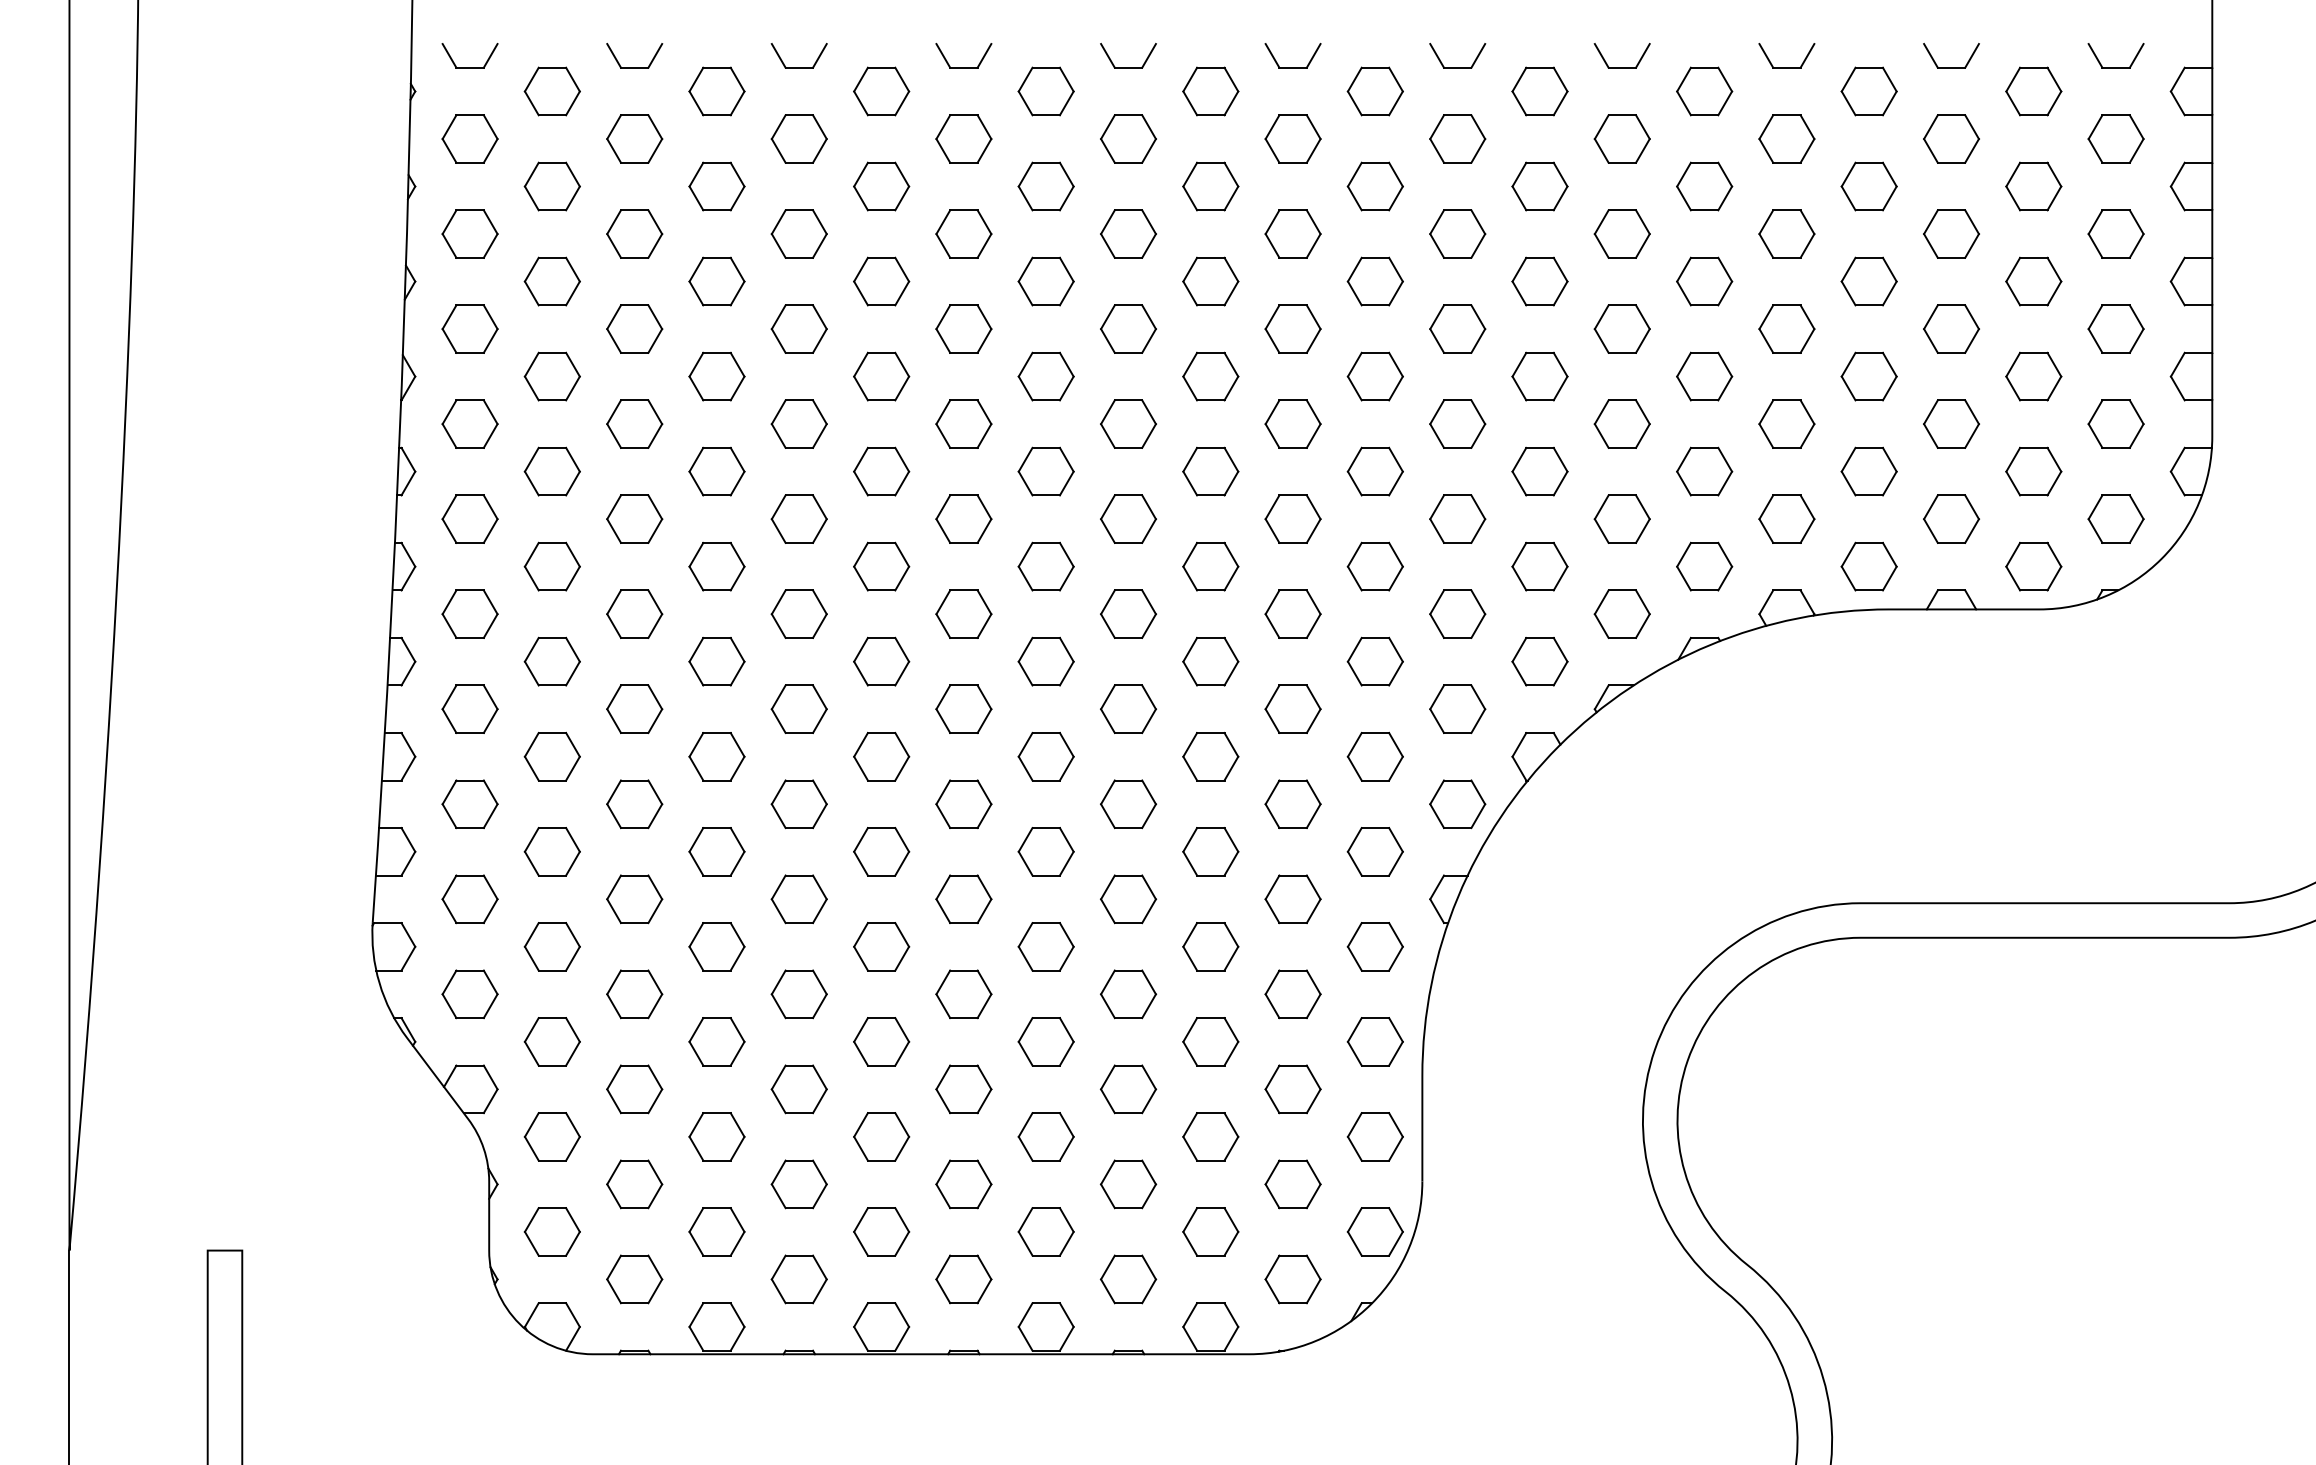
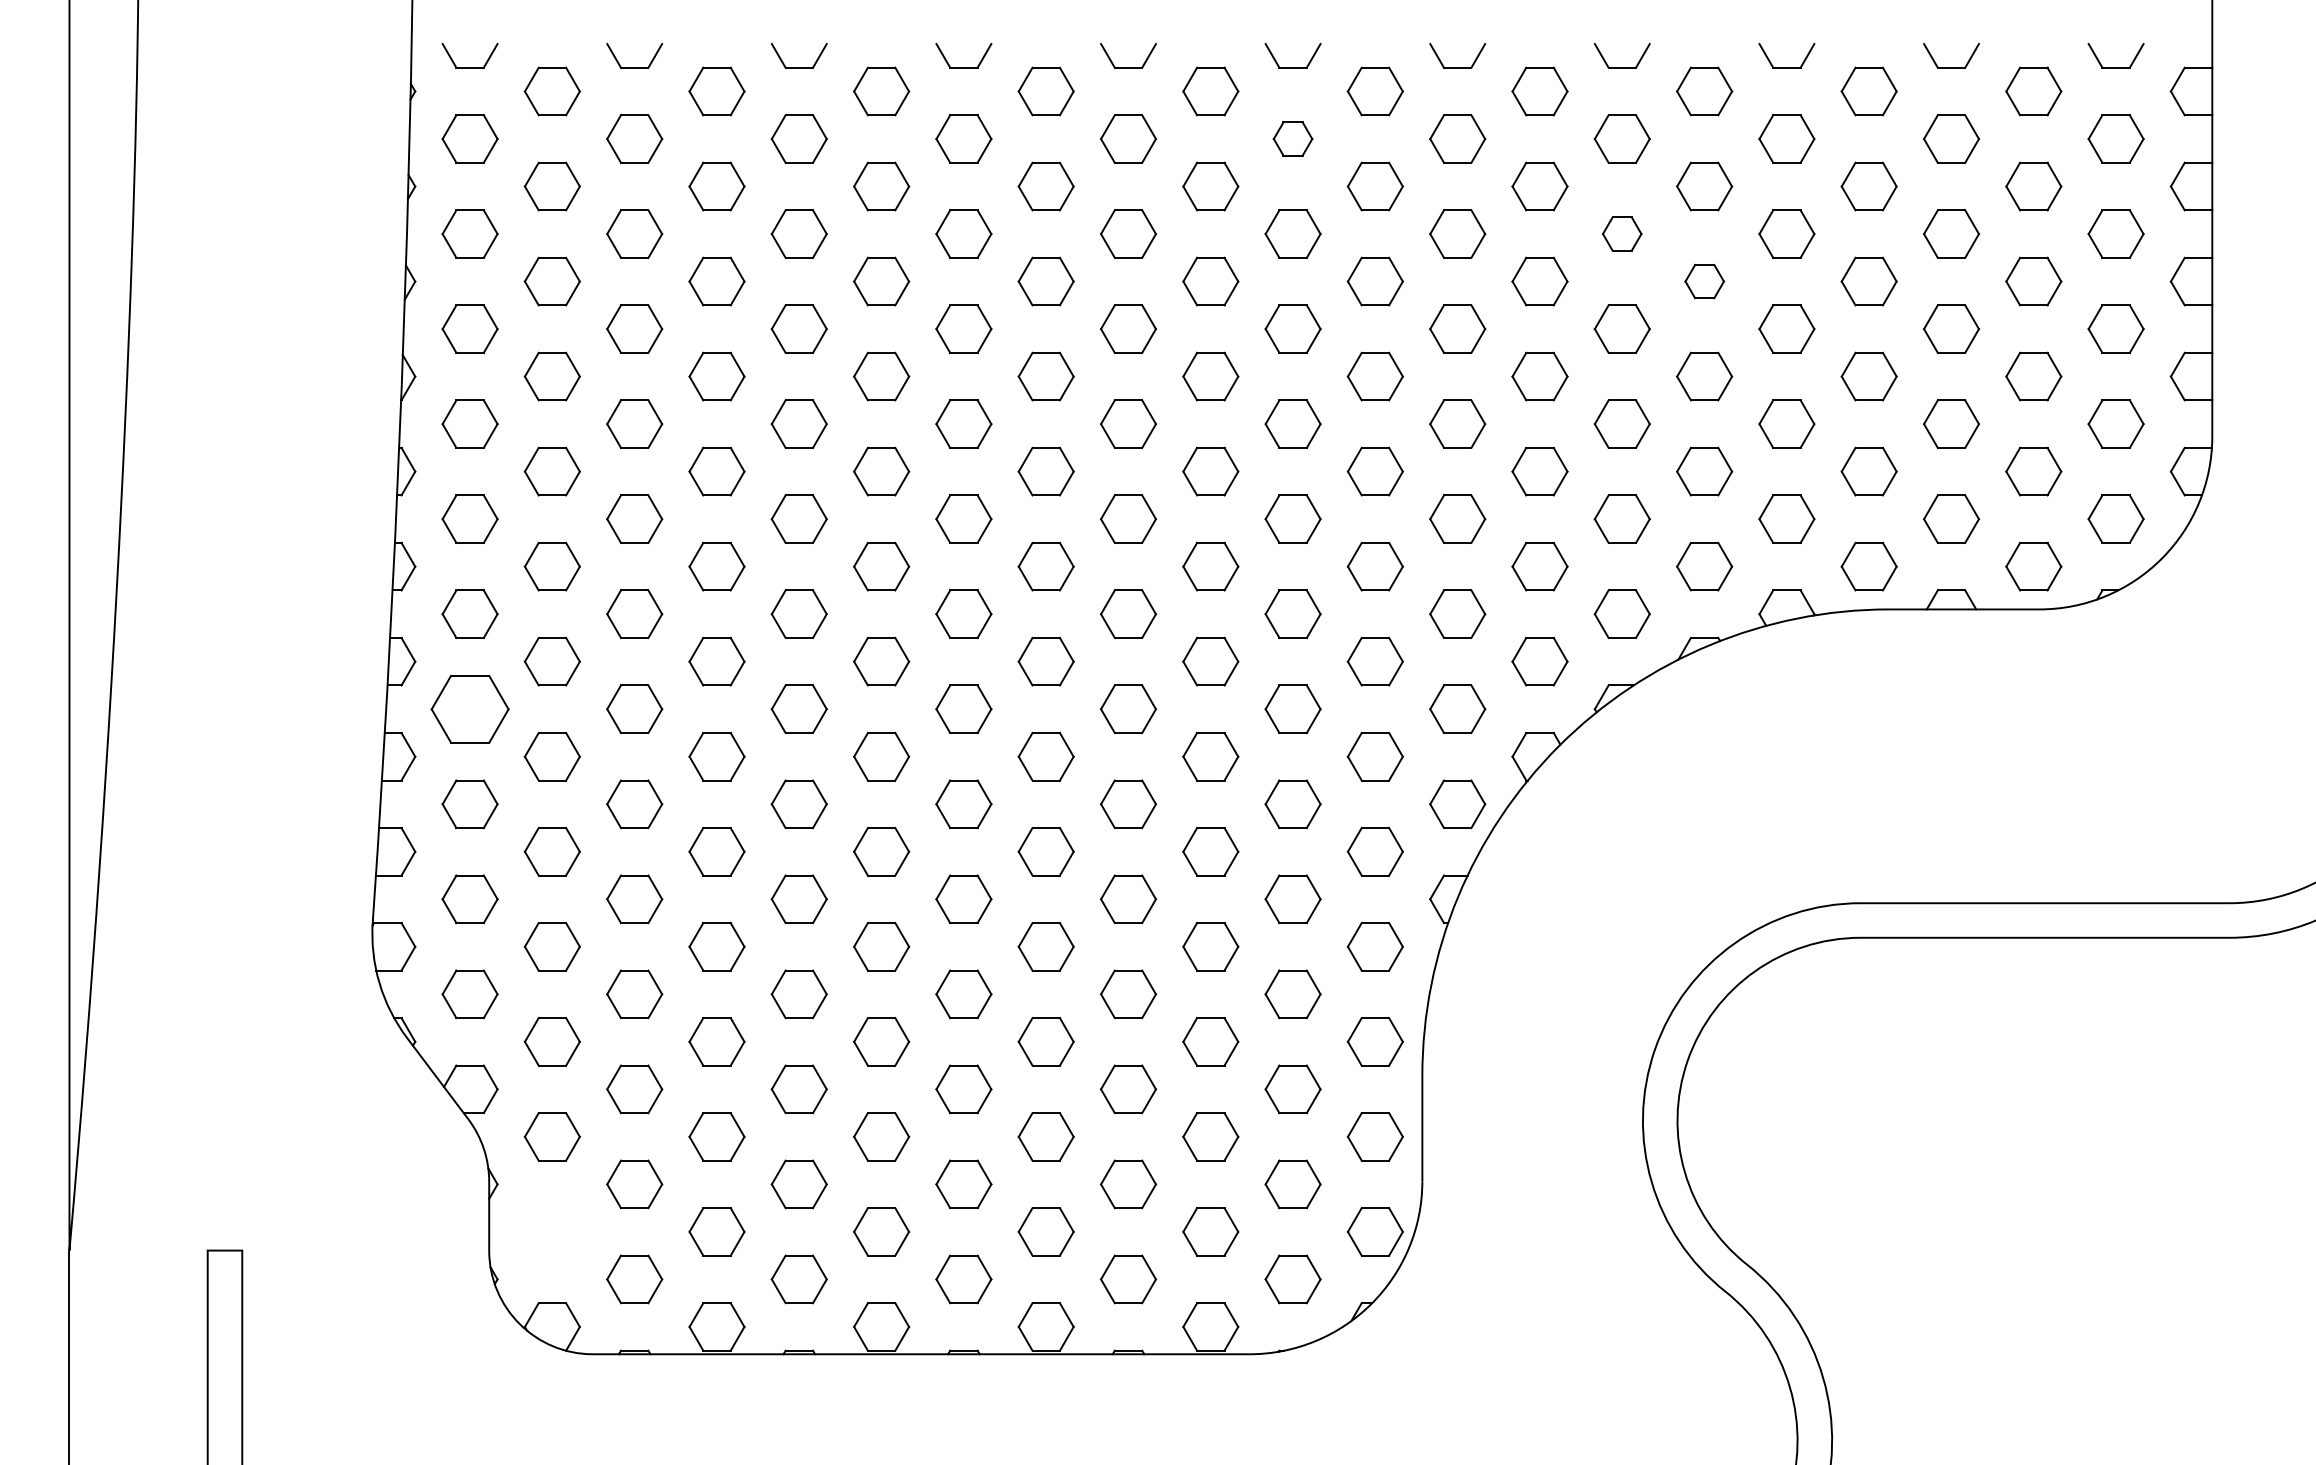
part at (1292, 138) size: 58x50 px -> 42x36 px
part at (1621, 233) size: 58x50 px -> 41x36 px
part at (1704, 281) size: 58x51 px -> 42x37 px
part at (469, 708) size: 58x50 px -> 80x69 px
part at (551, 1231): present -> none
